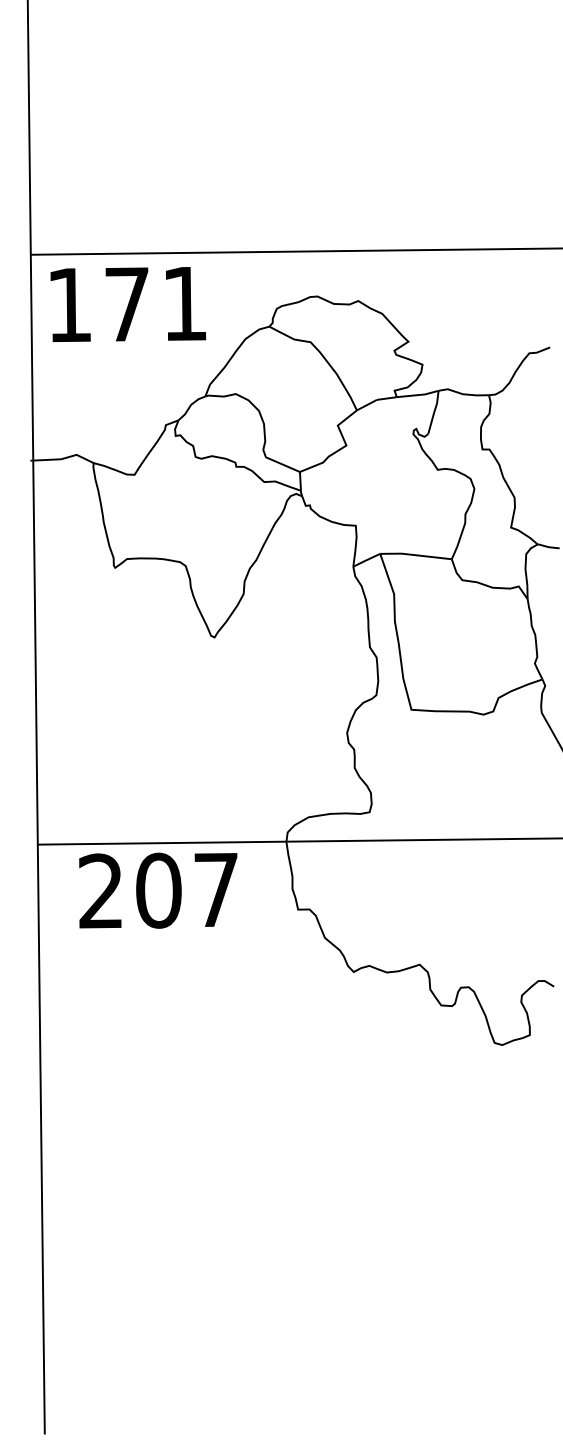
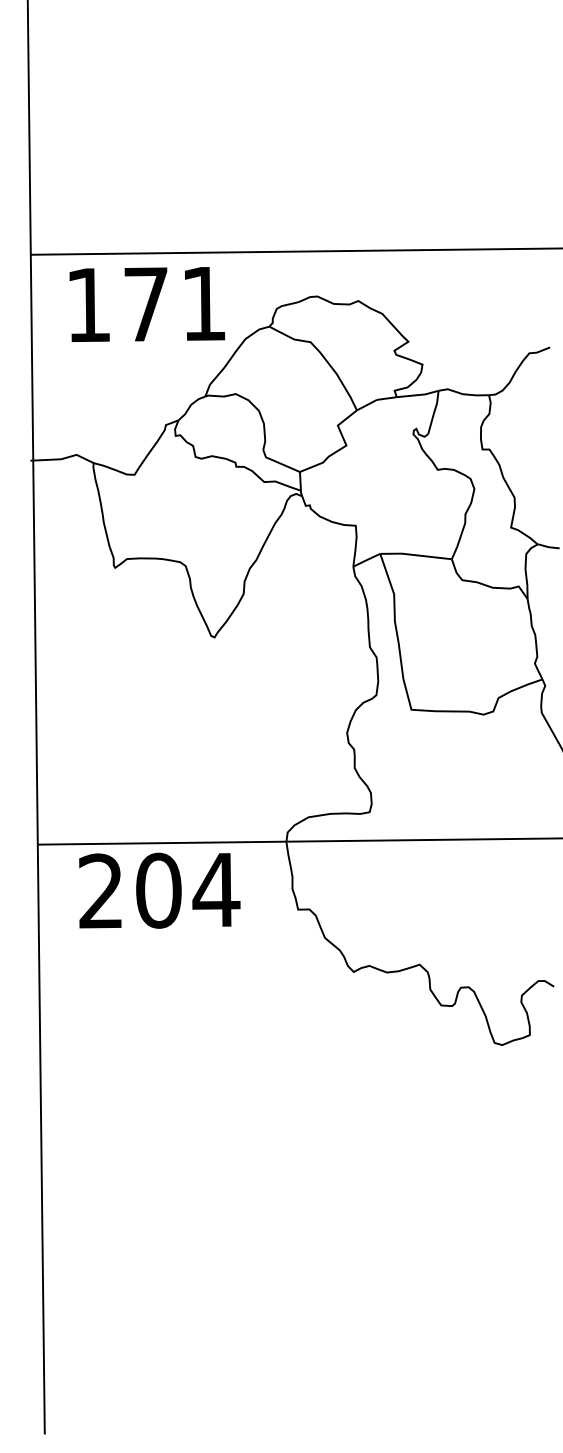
text at (128, 304) position: (128, 304) -> (147, 304)
text at (216, 889): 207 -> 204
